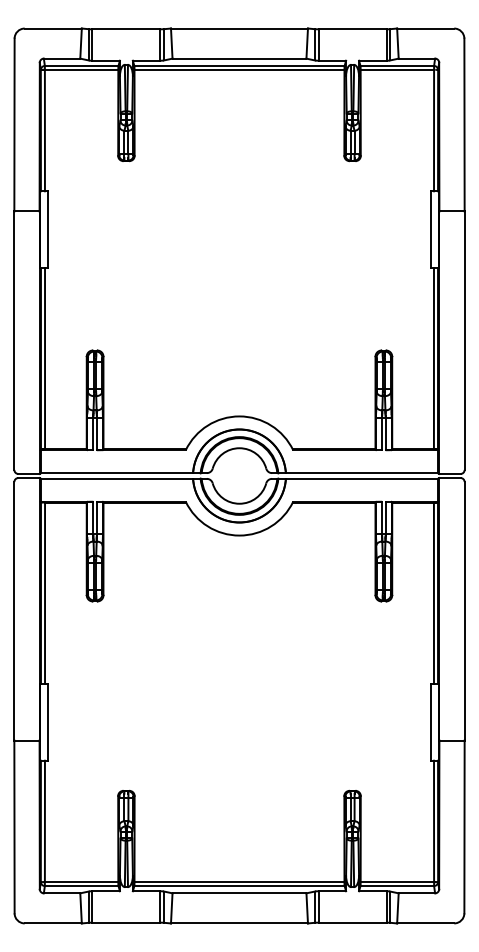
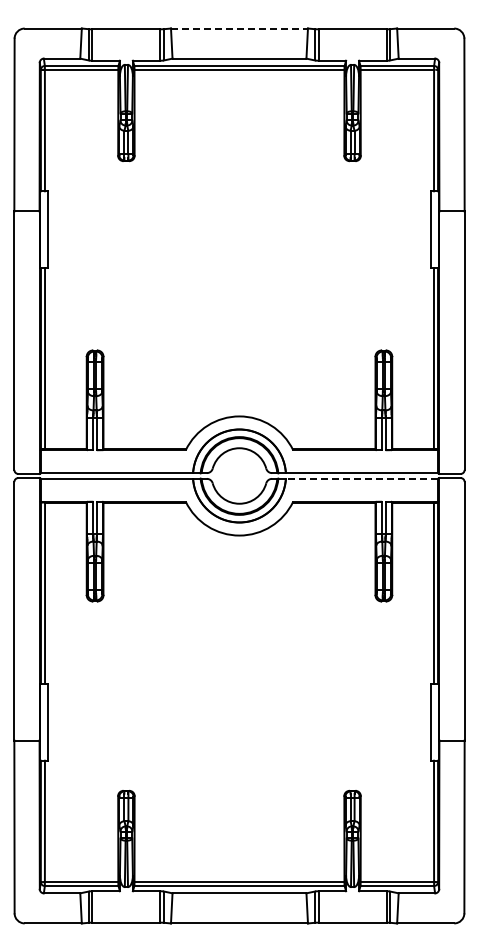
line at (239, 28): solid -> dashed
line at (361, 478): solid -> dashed
